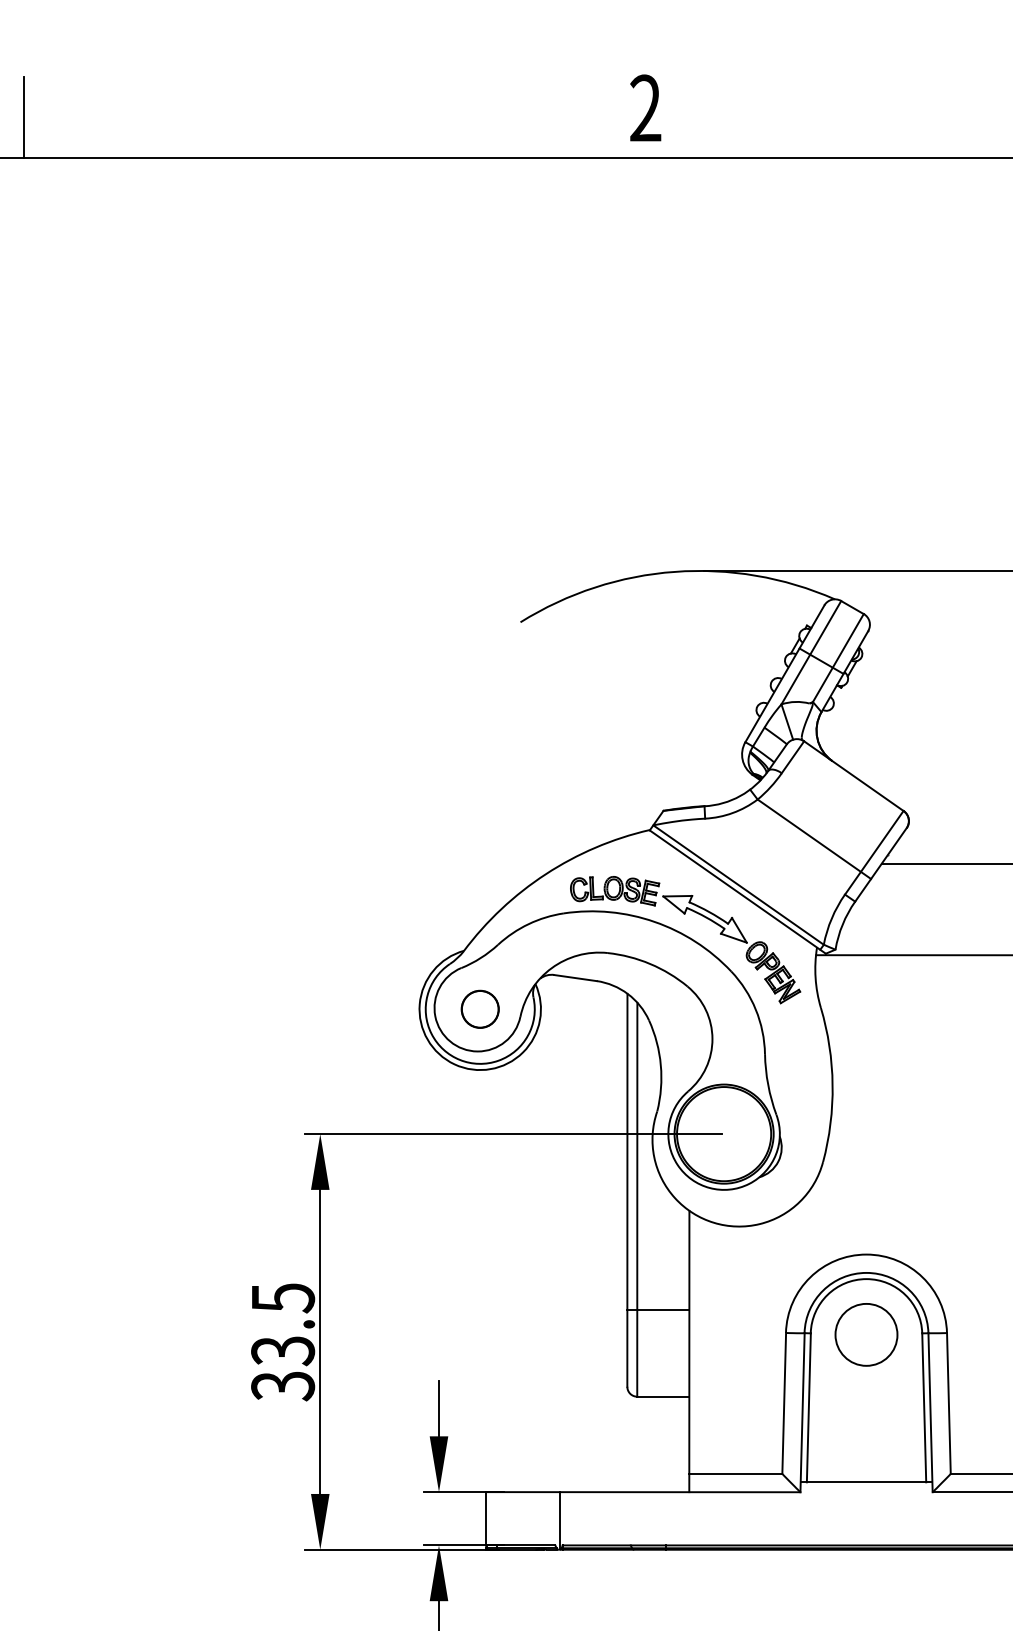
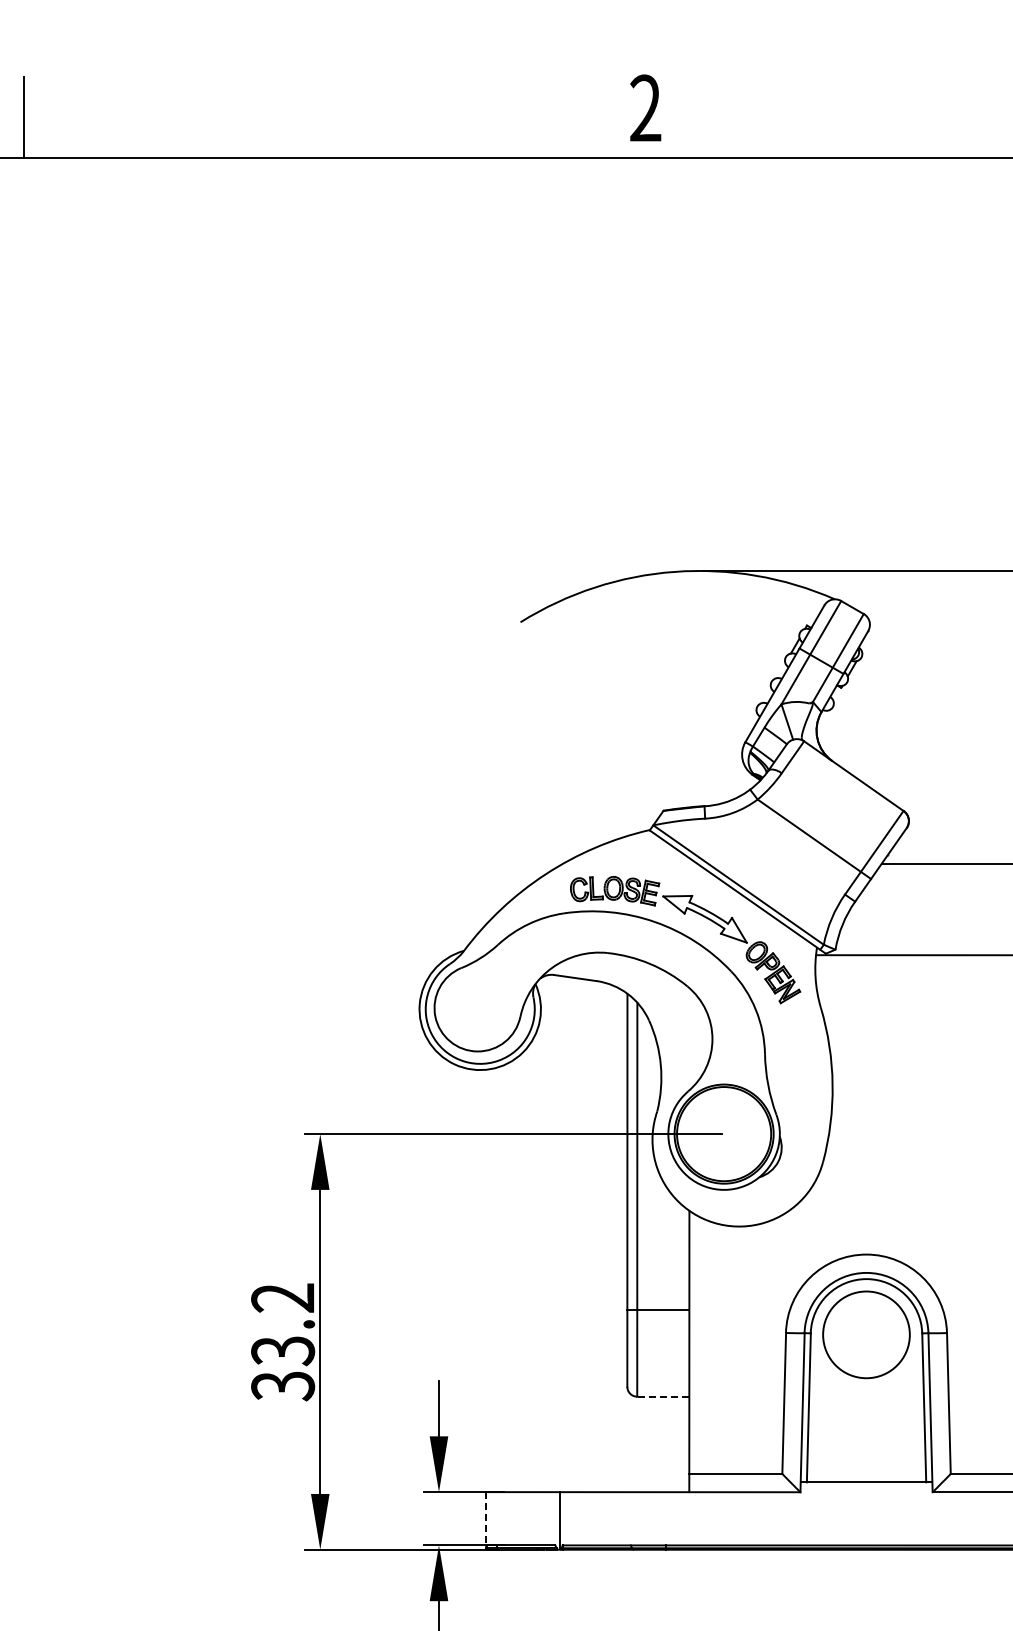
circle at (479, 1008): present -> none
text at (283, 1298): 33.5 -> 33.2
circle at (866, 1334) diameter: 62 px -> 87 px
line at (662, 1396): solid -> dashed
line at (486, 1518): solid -> dashed
